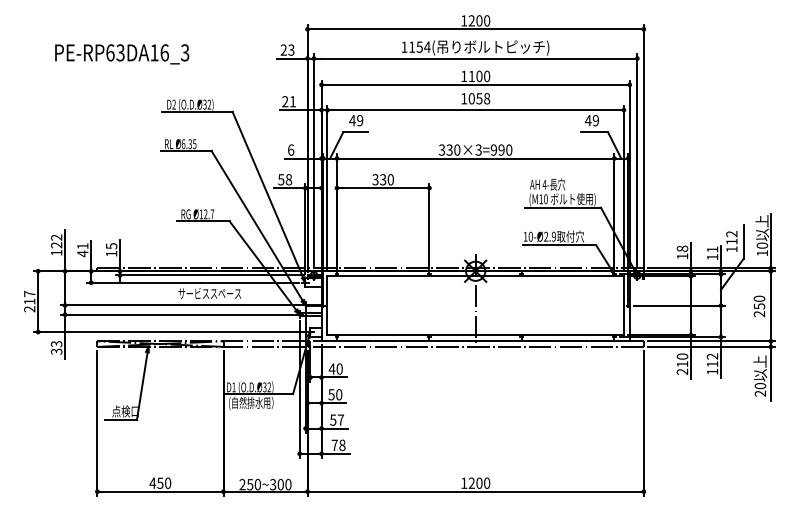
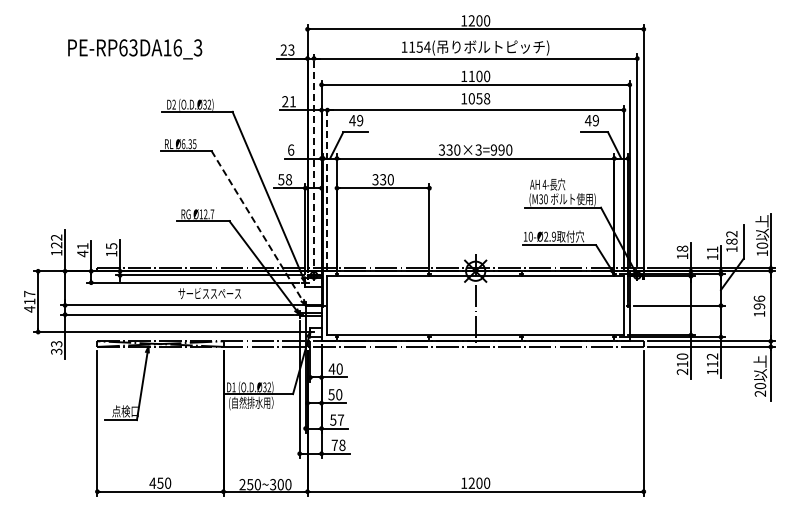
text at (122, 54) position: (122, 54) -> (135, 49)
line at (314, 159): solid -> dashed
line at (327, 187): solid -> dashed
text at (540, 199): (M10 -> (M30
line at (258, 228): solid -> dashed
text at (731, 241): 112 -> 182
text at (758, 306): 250 -> 196
text at (29, 309): 217 -> 417
